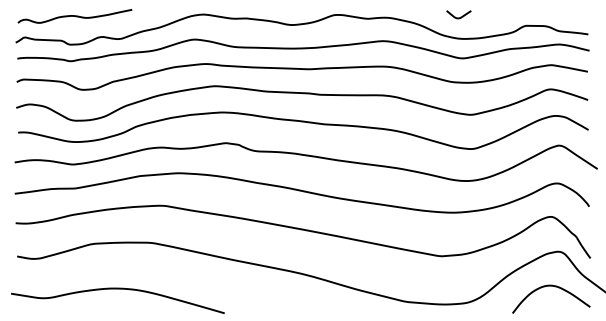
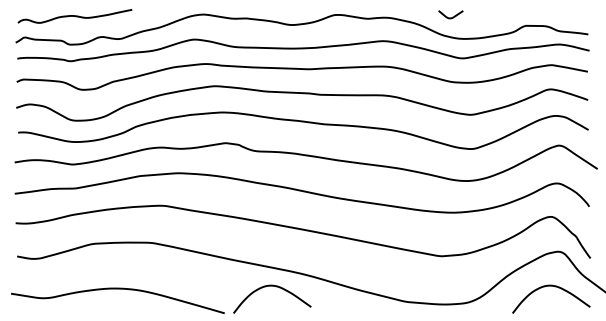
curve at (460, 16) position: (460, 16) -> (452, 16)
curve at (276, 287): none -> present
